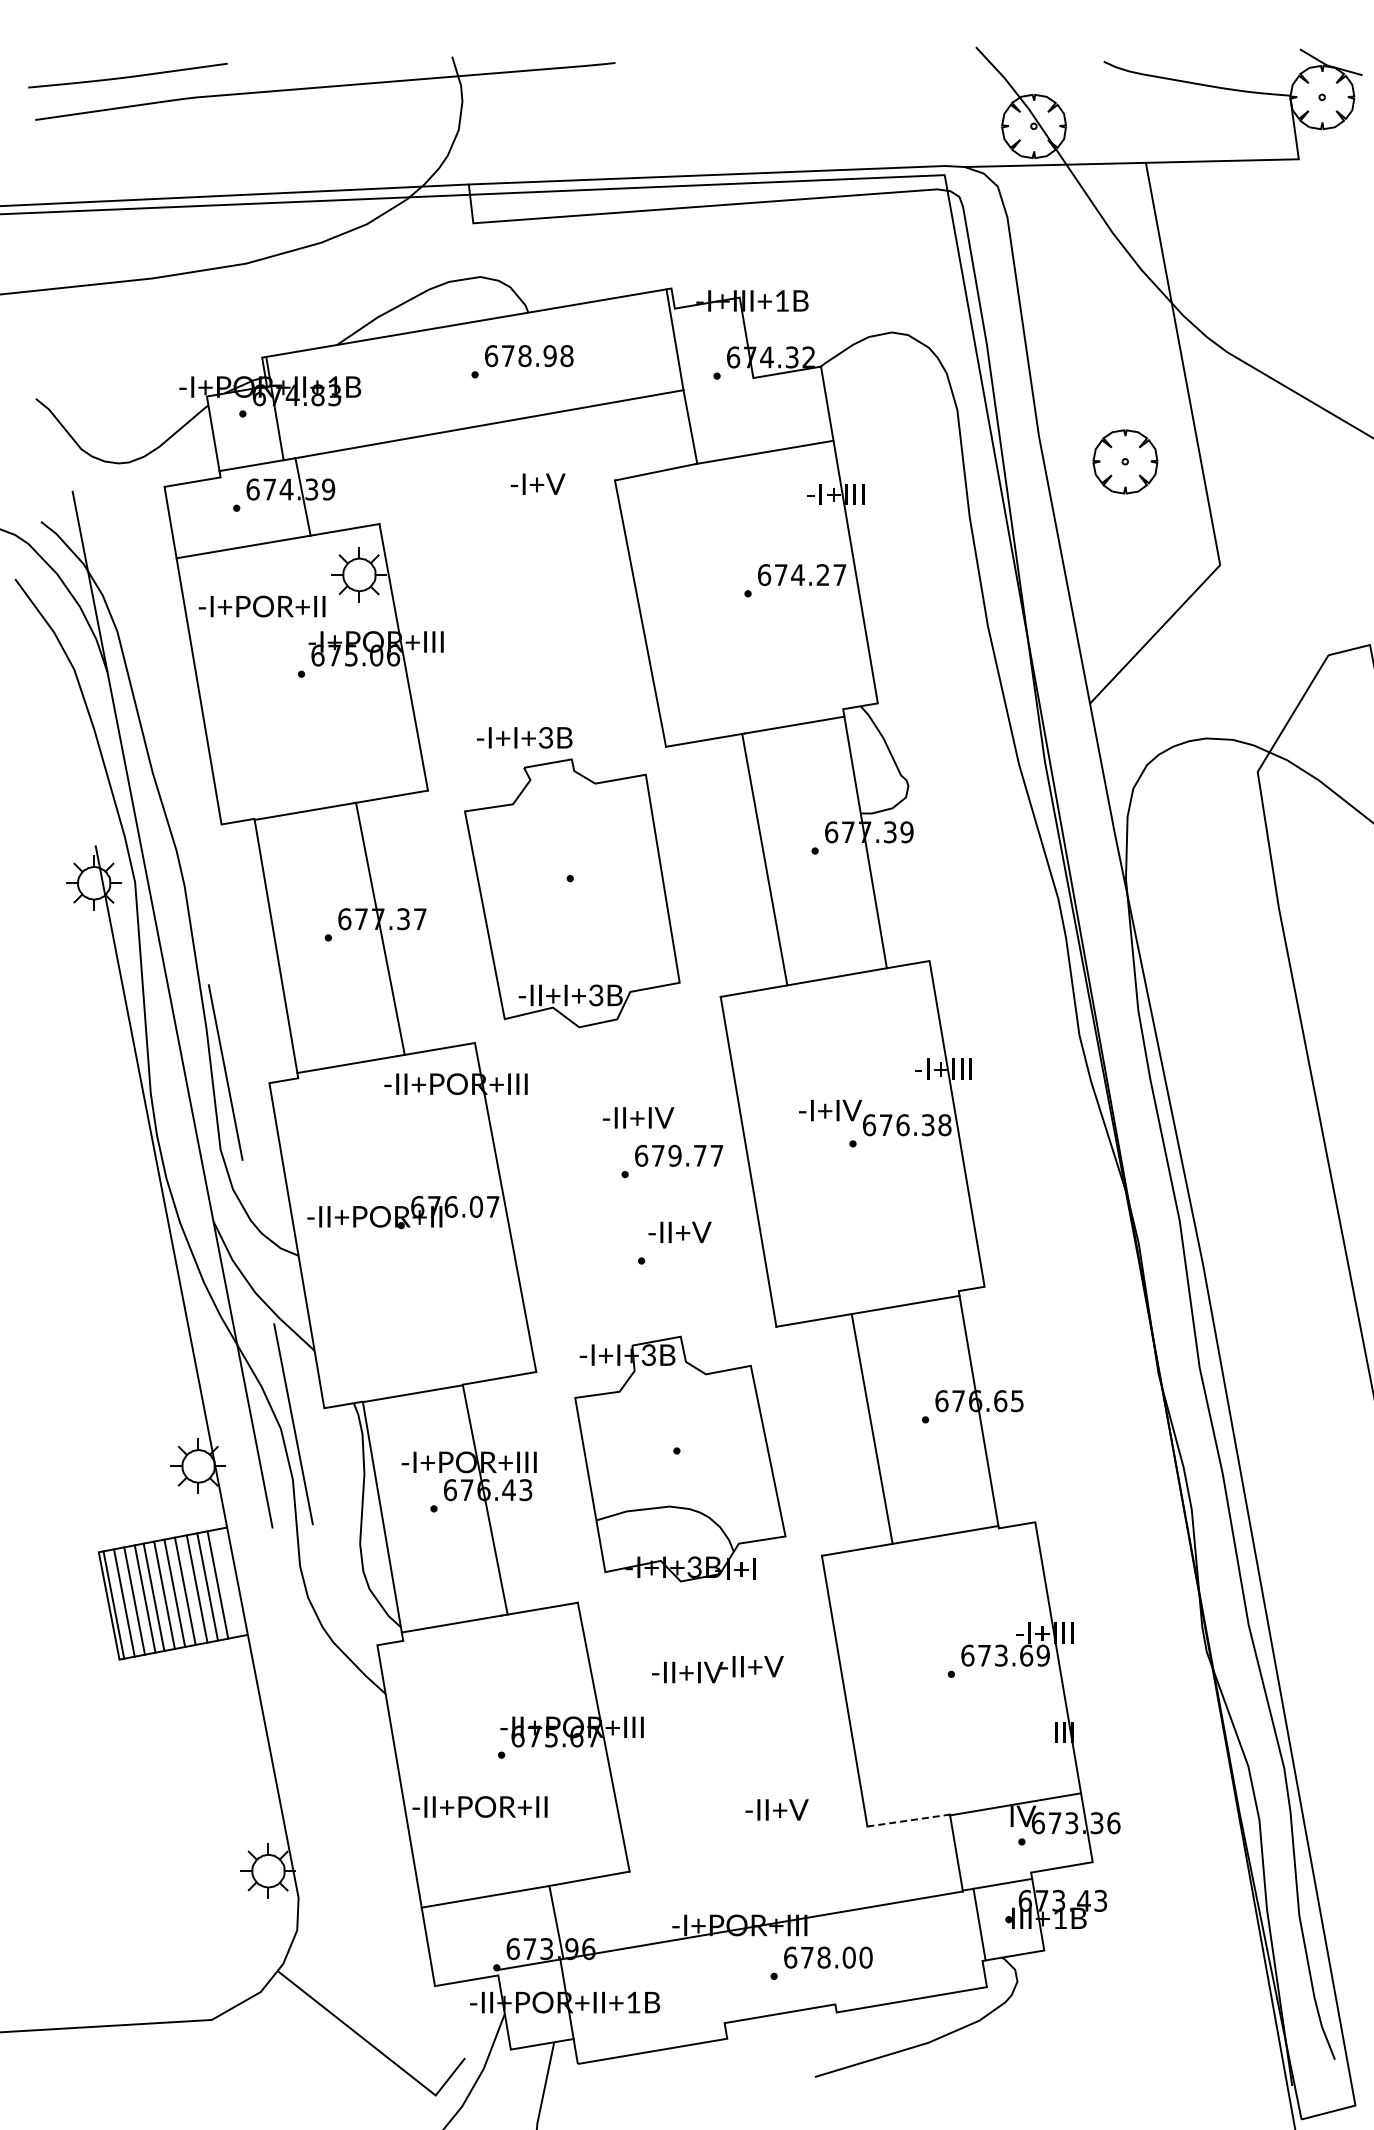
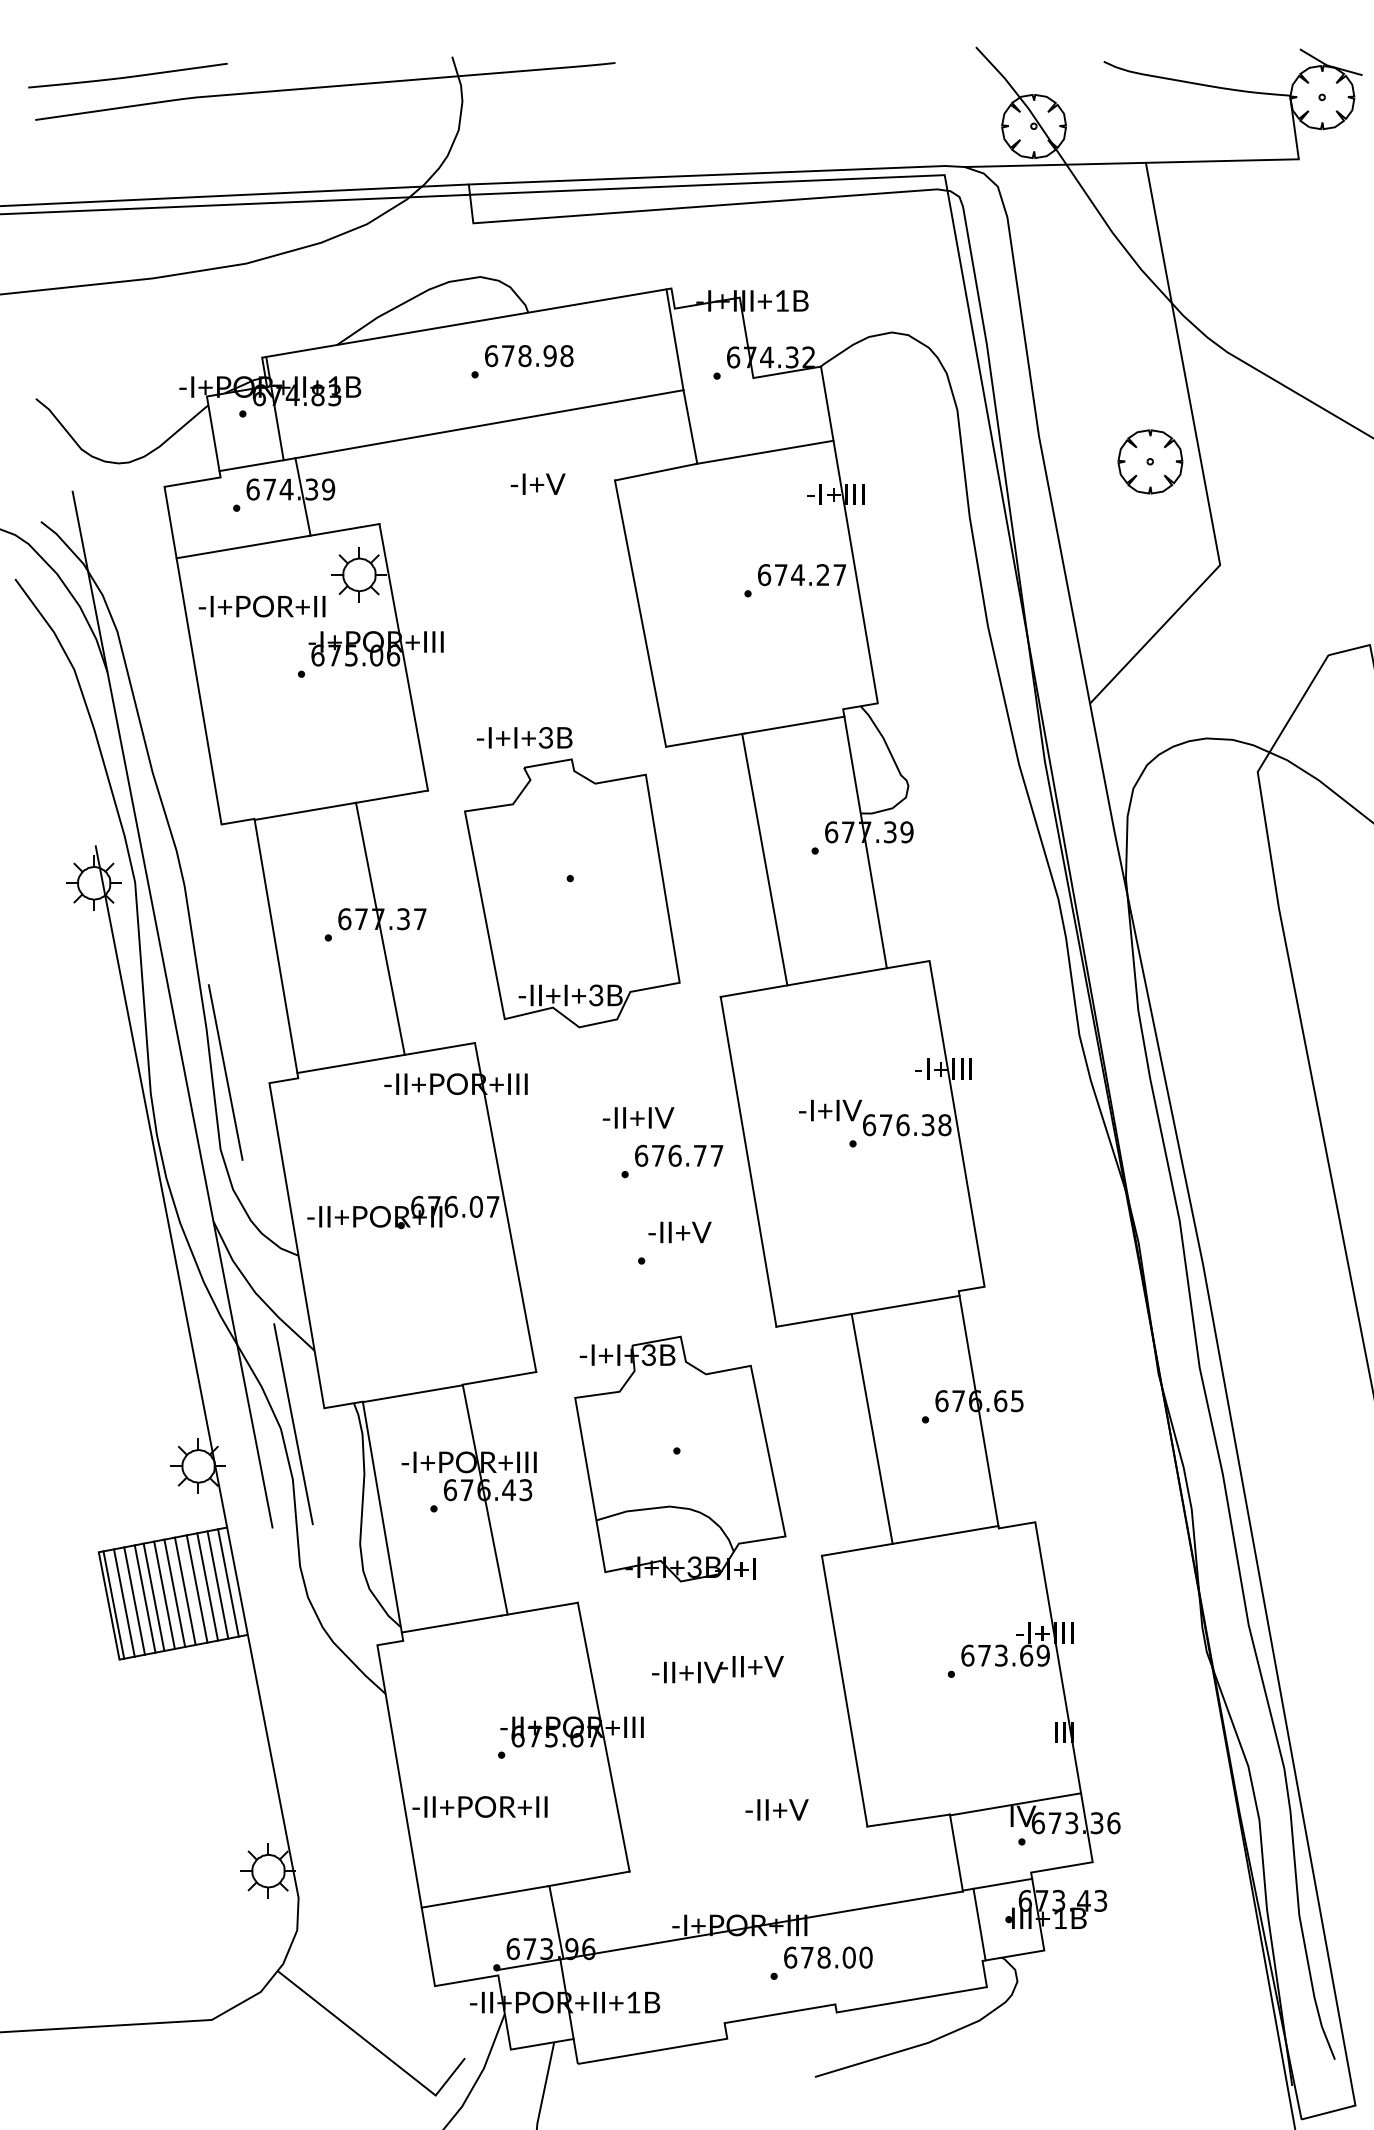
part at (1125, 461) position: (1125, 461) -> (1150, 461)
text at (674, 1155): 679.77 -> 676.77
line at (228, 1582): none -> present
line at (908, 1820): dashed -> solid
